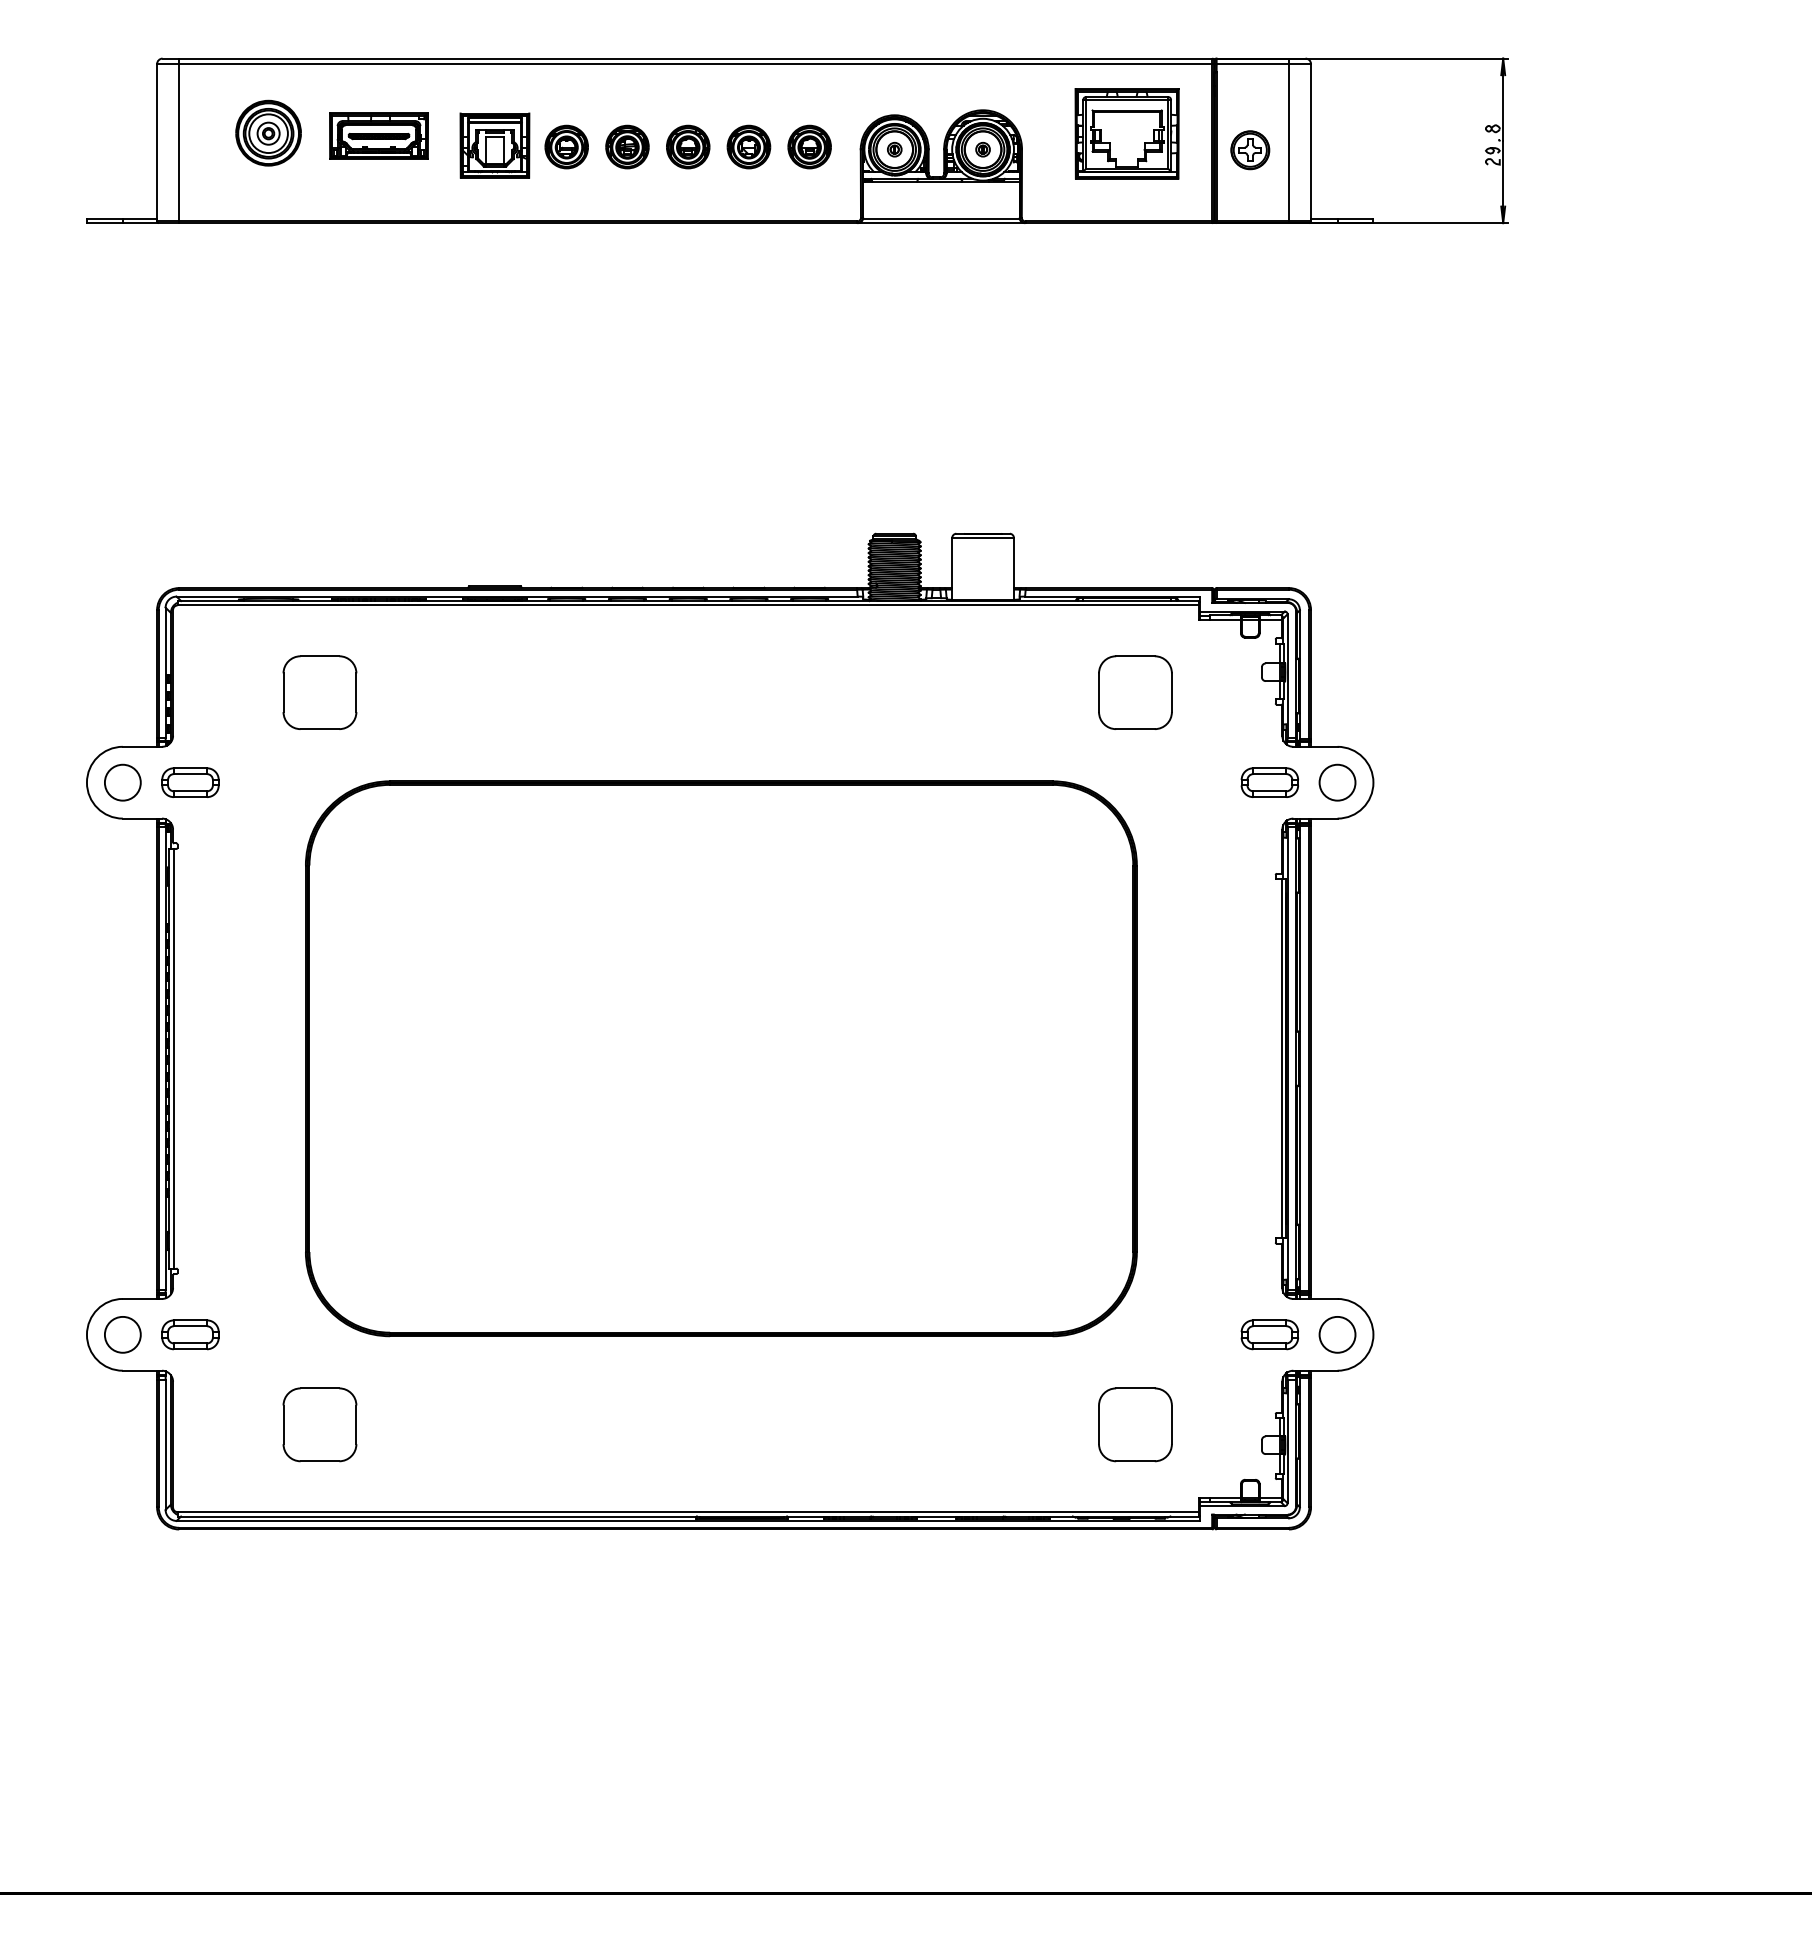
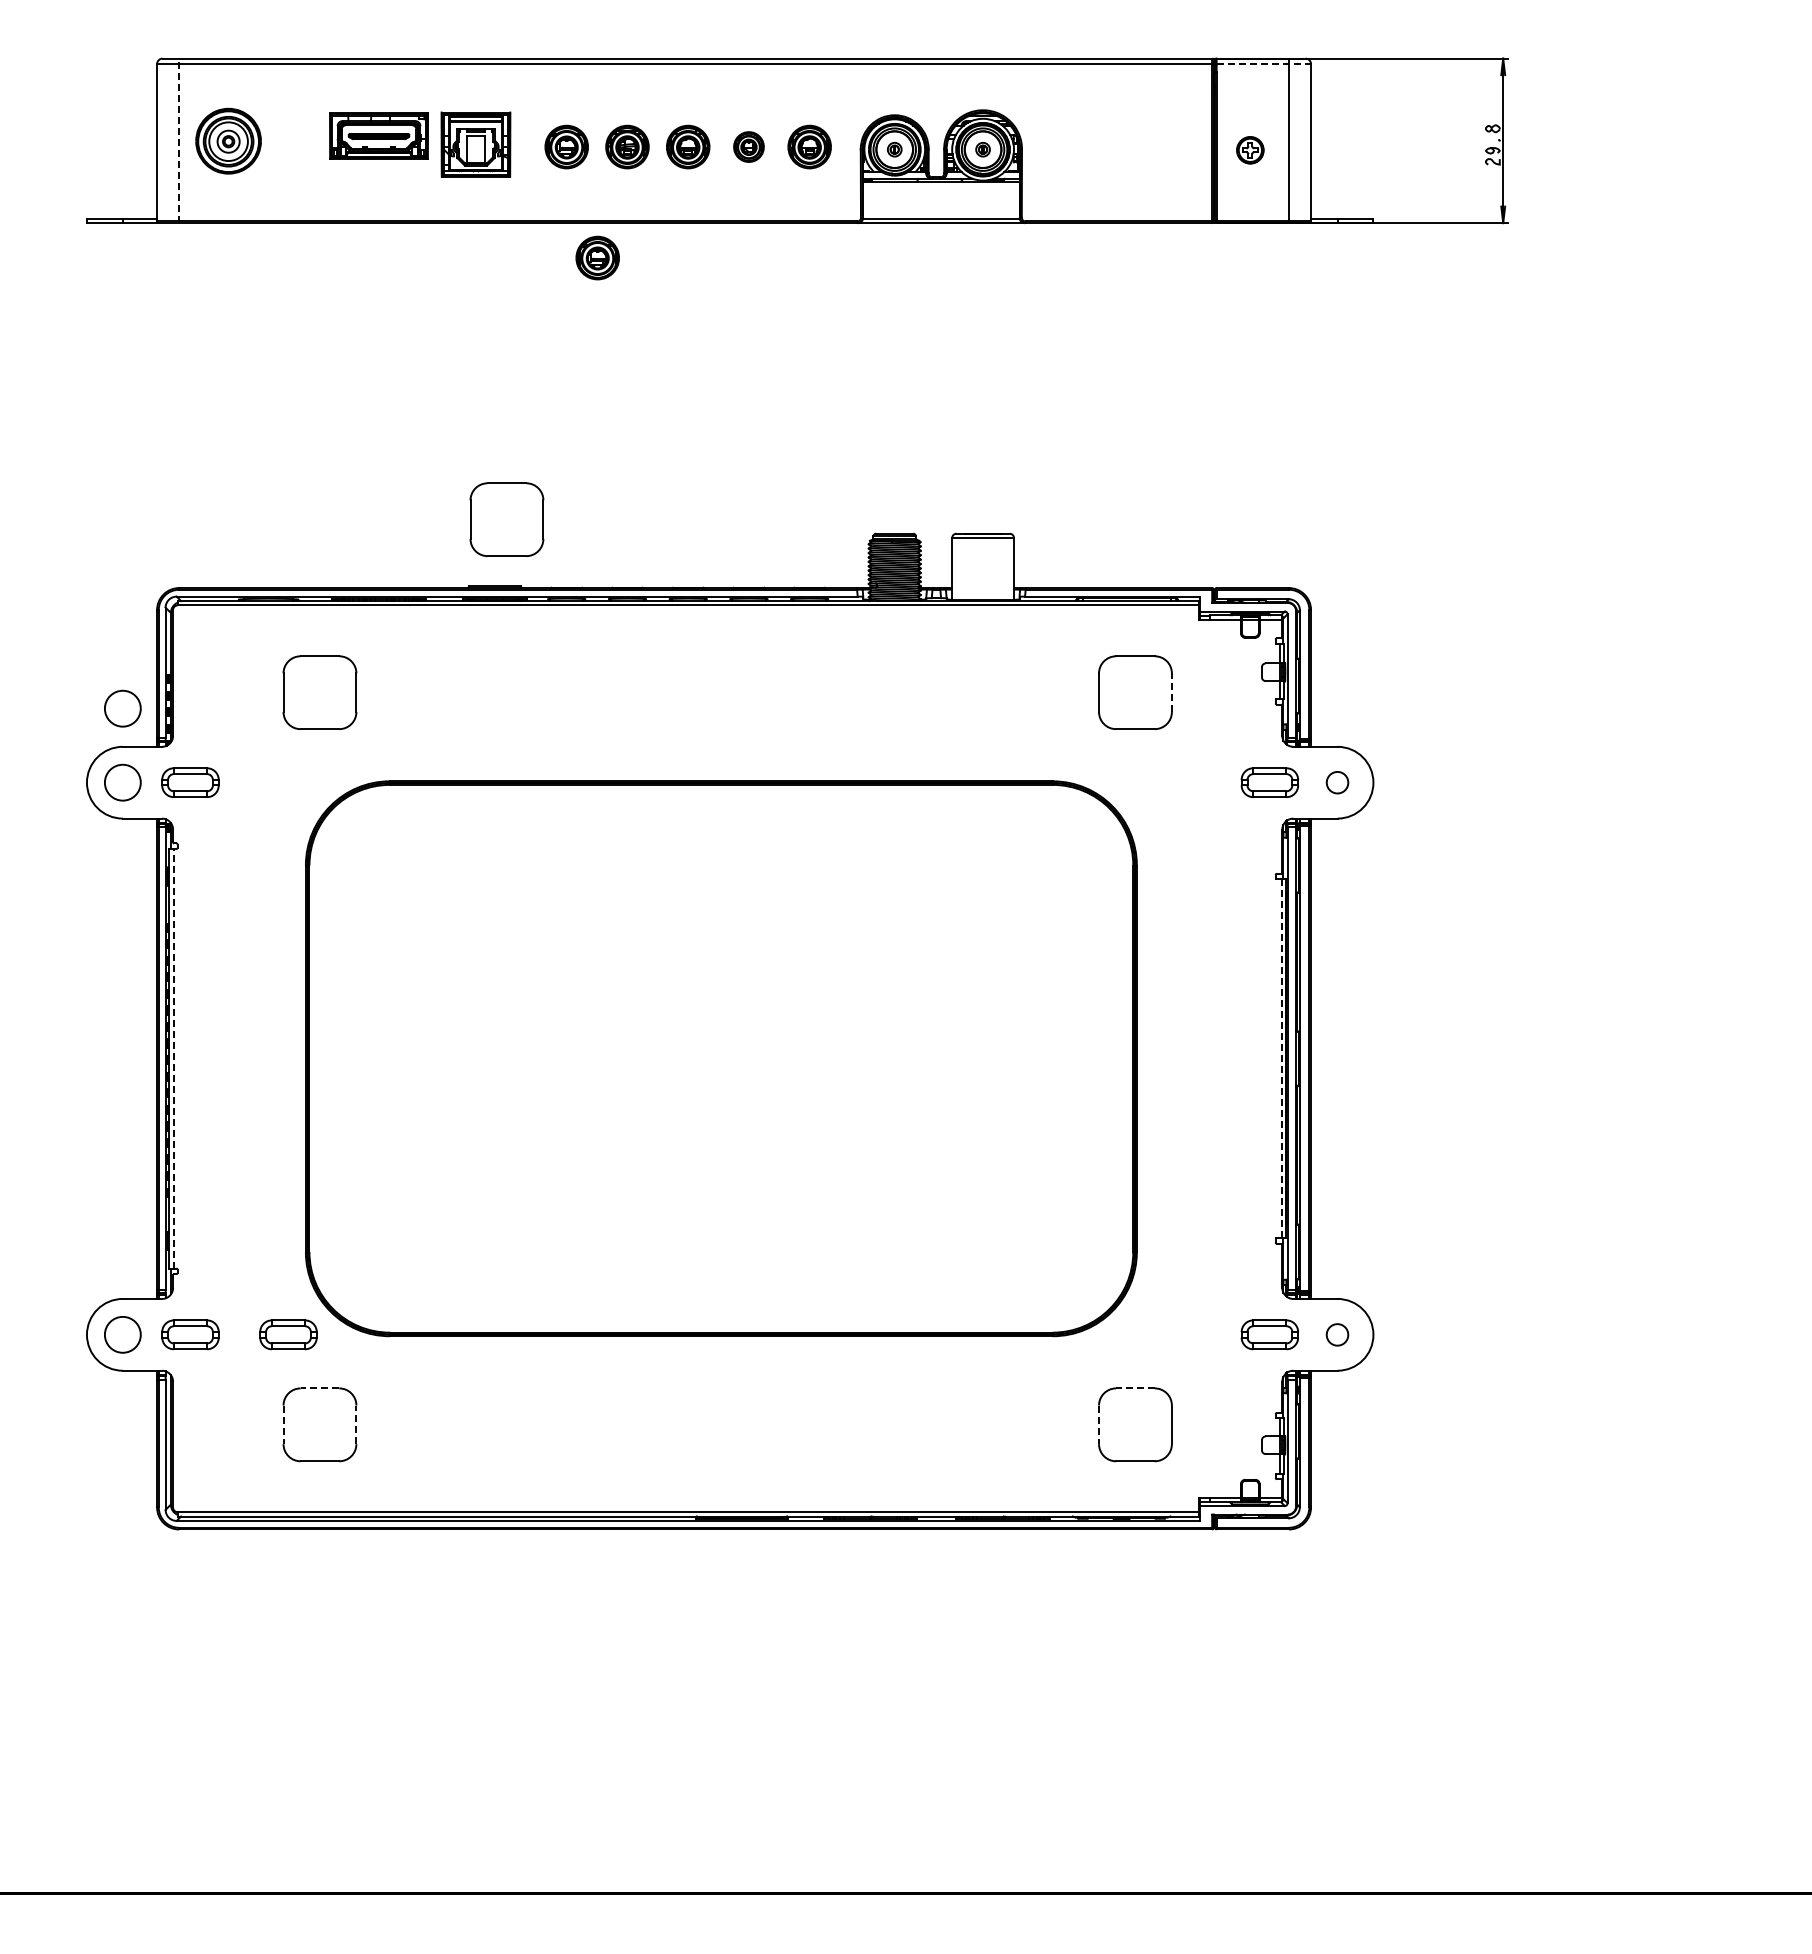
line at (1264, 64): solid -> dashed
part at (268, 132) position: (268, 132) -> (228, 140)
part at (1126, 133): present -> none
line at (179, 140): solid -> dashed
part at (494, 145) position: (494, 145) -> (475, 144)
part at (748, 146) size: 46x46 px -> 32x32 px
part at (1250, 150) size: 41x41 px -> 29x29 px
part at (597, 257): none -> present
part at (506, 519): none -> present
line at (1171, 692): solid -> dashed
circle at (122, 708): none -> present
circle at (1337, 782) diameter: 36 px -> 22 px
line at (173, 1058): solid -> dashed
line at (1281, 1058): solid -> dashed
part at (288, 1334): none -> present
circle at (1337, 1334) size: 39x38 px -> 25x24 px
line at (319, 1388): solid -> dashed
line at (1134, 1388): solid -> dashed
line at (356, 1424): solid -> dashed
line at (283, 1425): solid -> dashed
line at (1099, 1425): solid -> dashed
